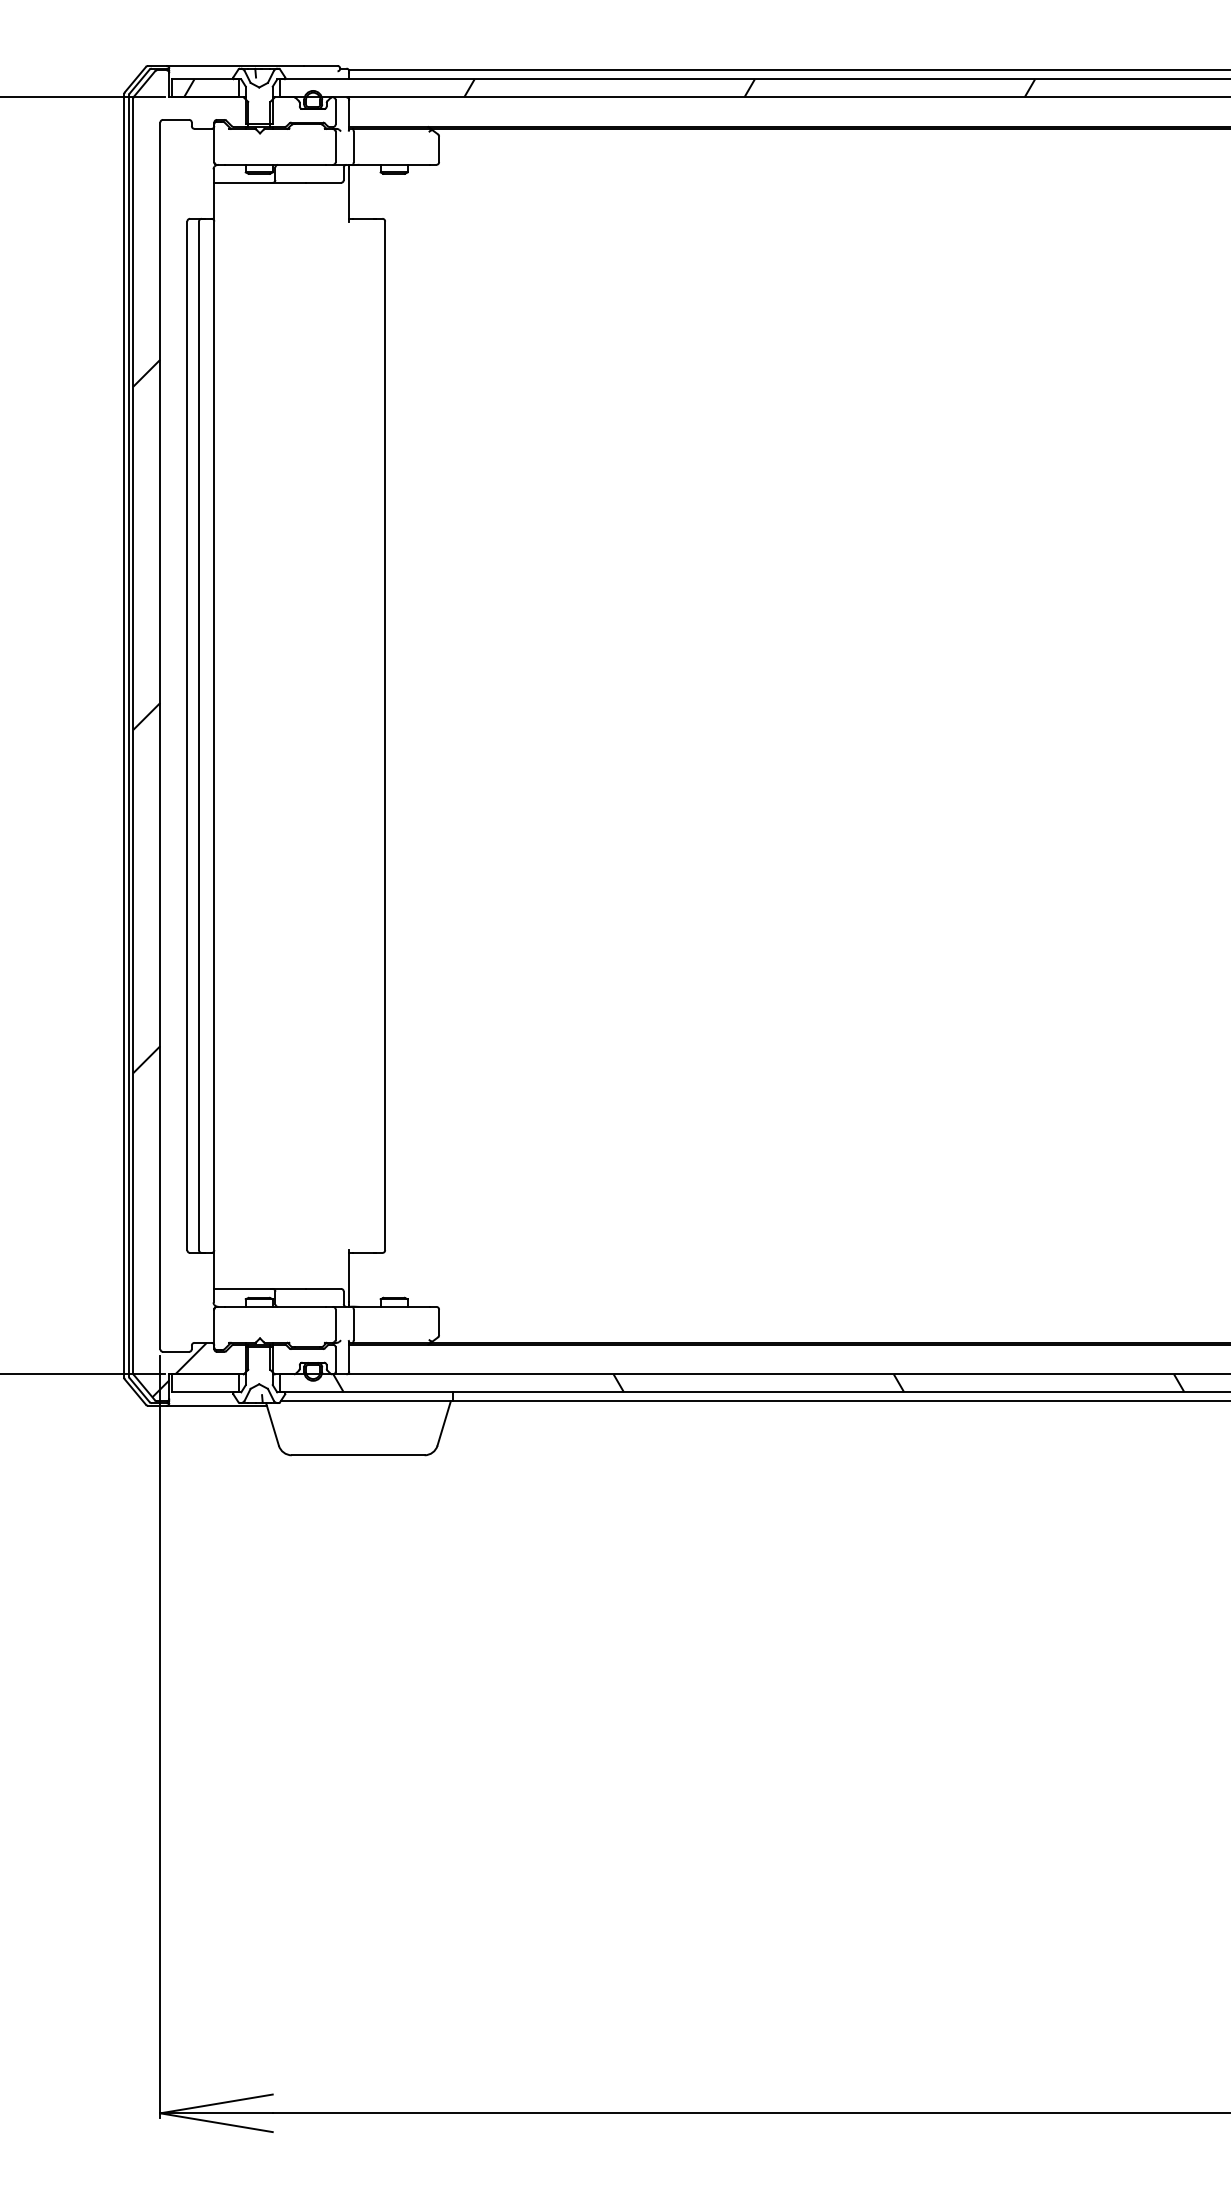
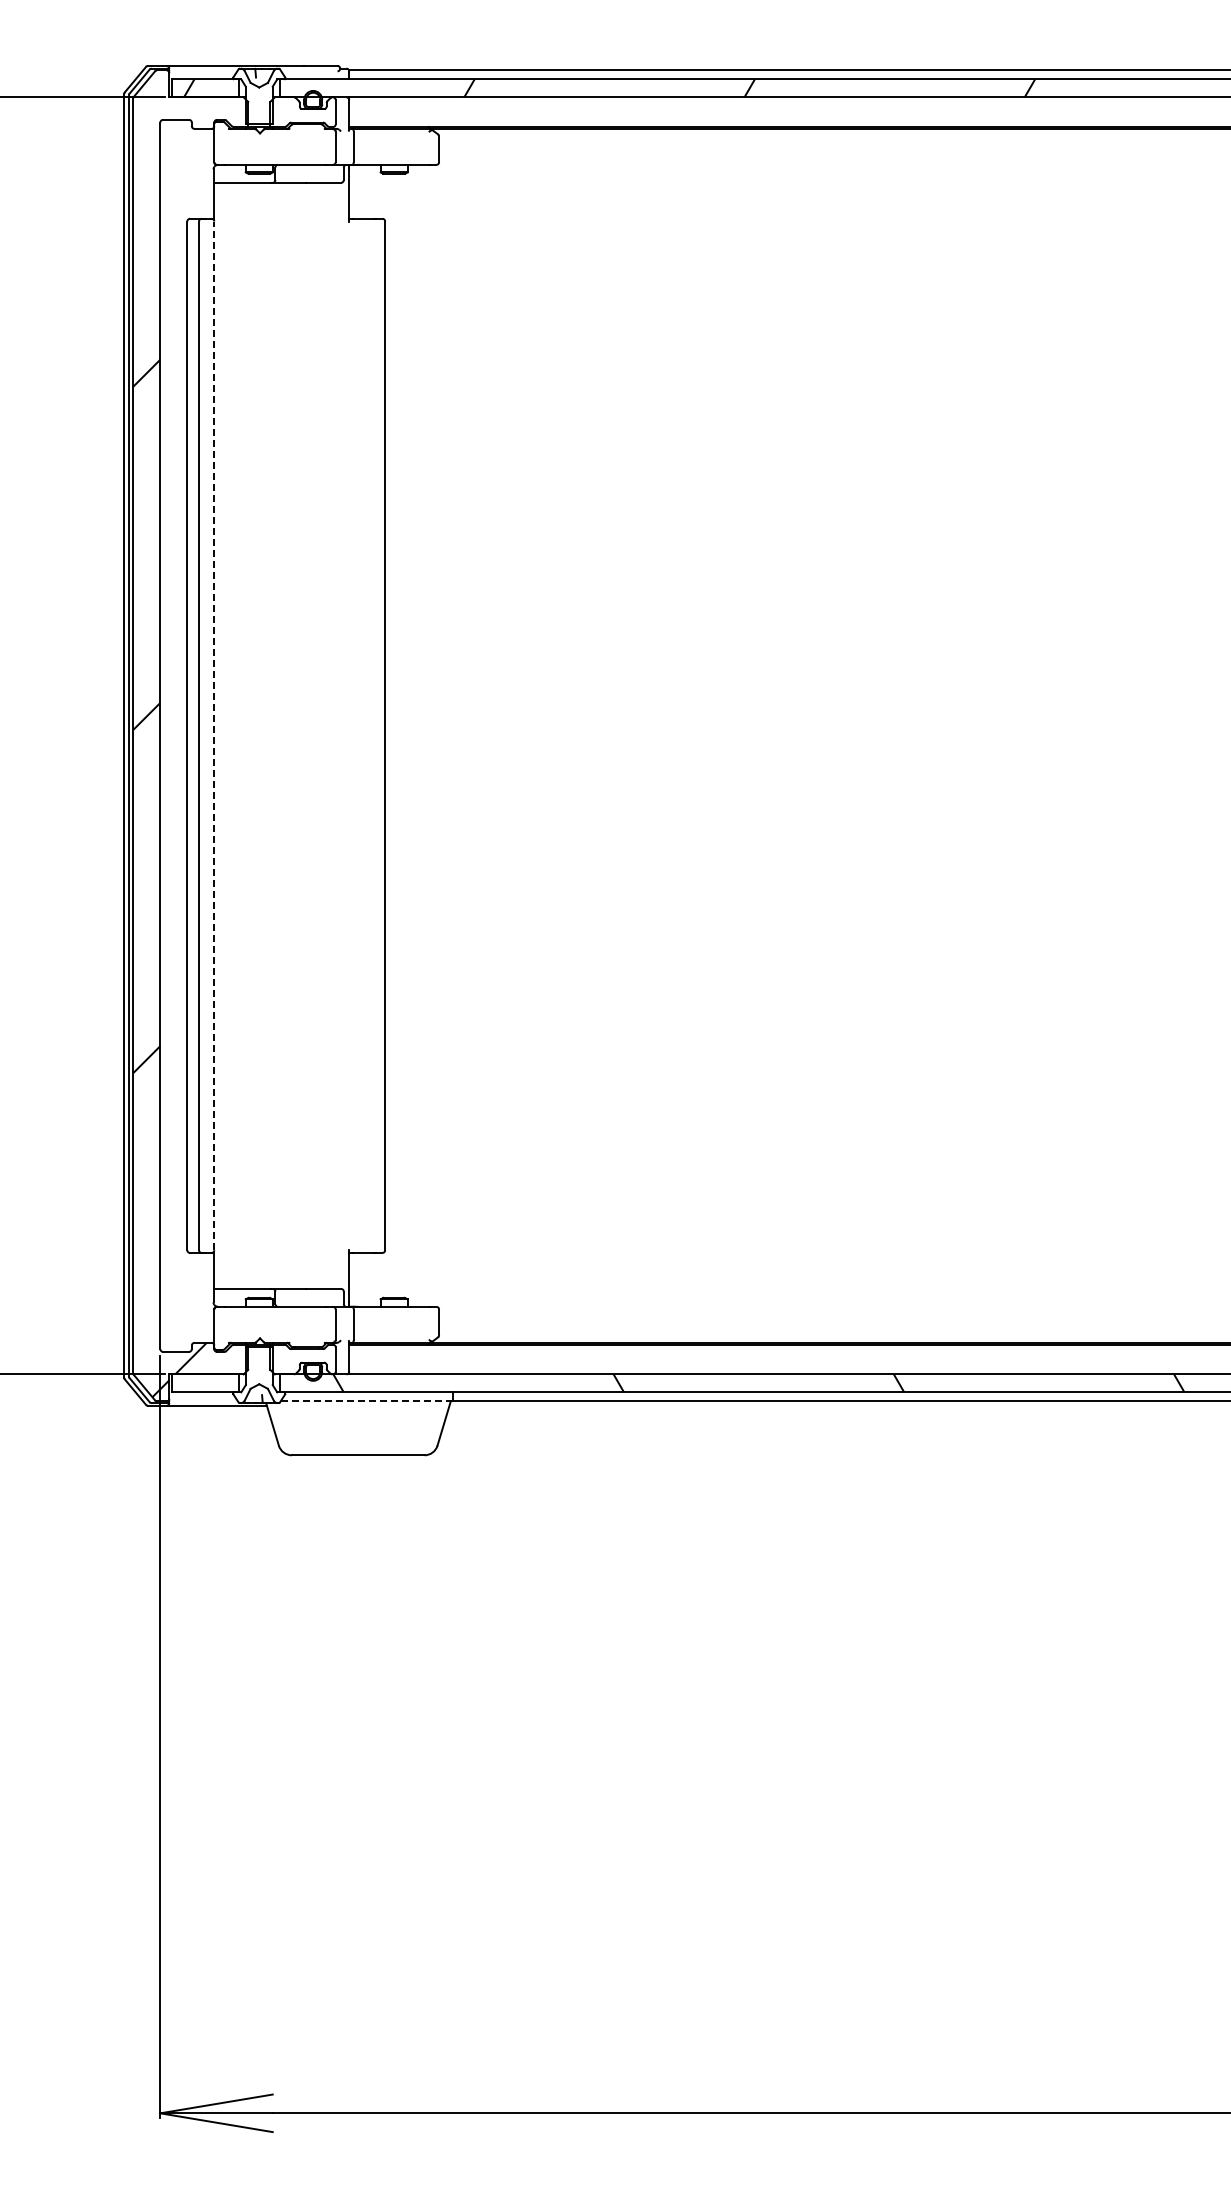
line at (214, 735): solid -> dashed
line at (366, 1401): solid -> dashed
